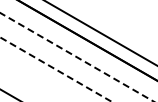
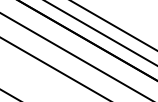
line at (113, 25): none -> present
line at (77, 57): dashed -> solid
line at (56, 69): dashed -> solid
